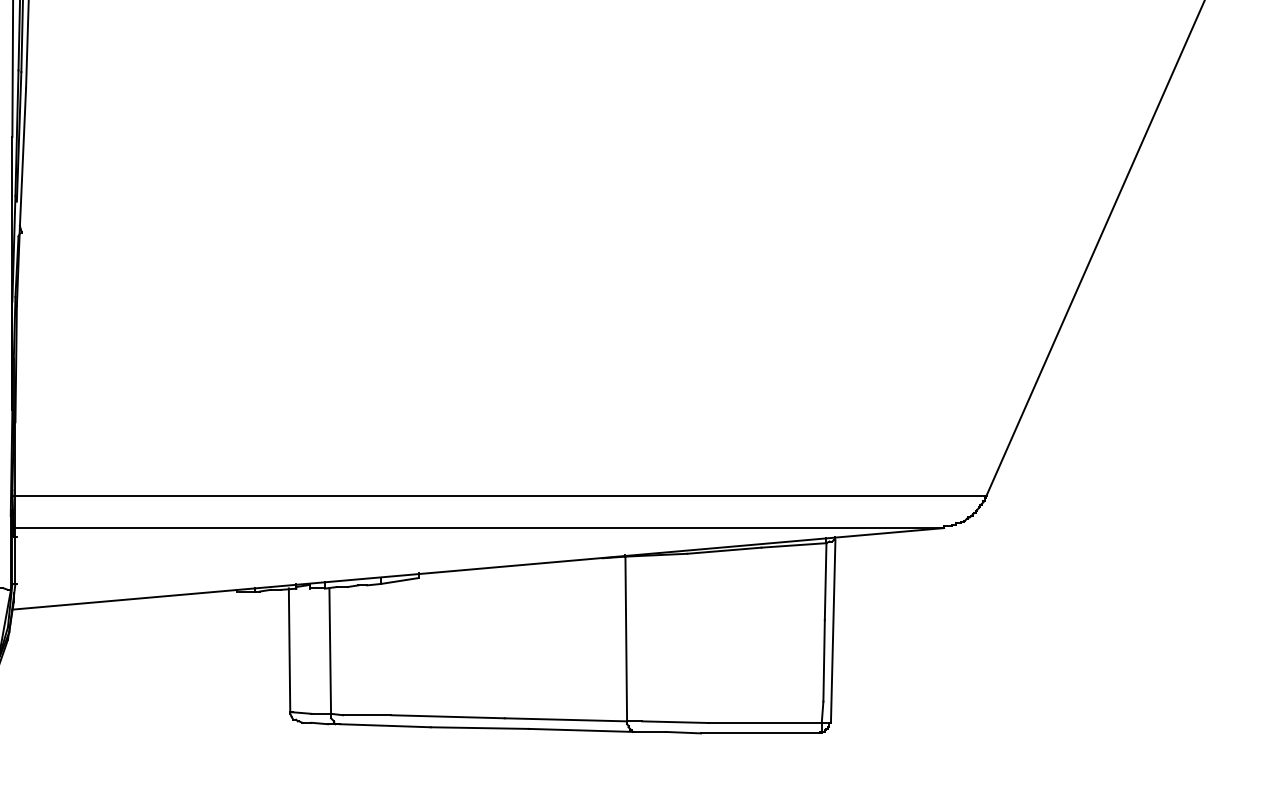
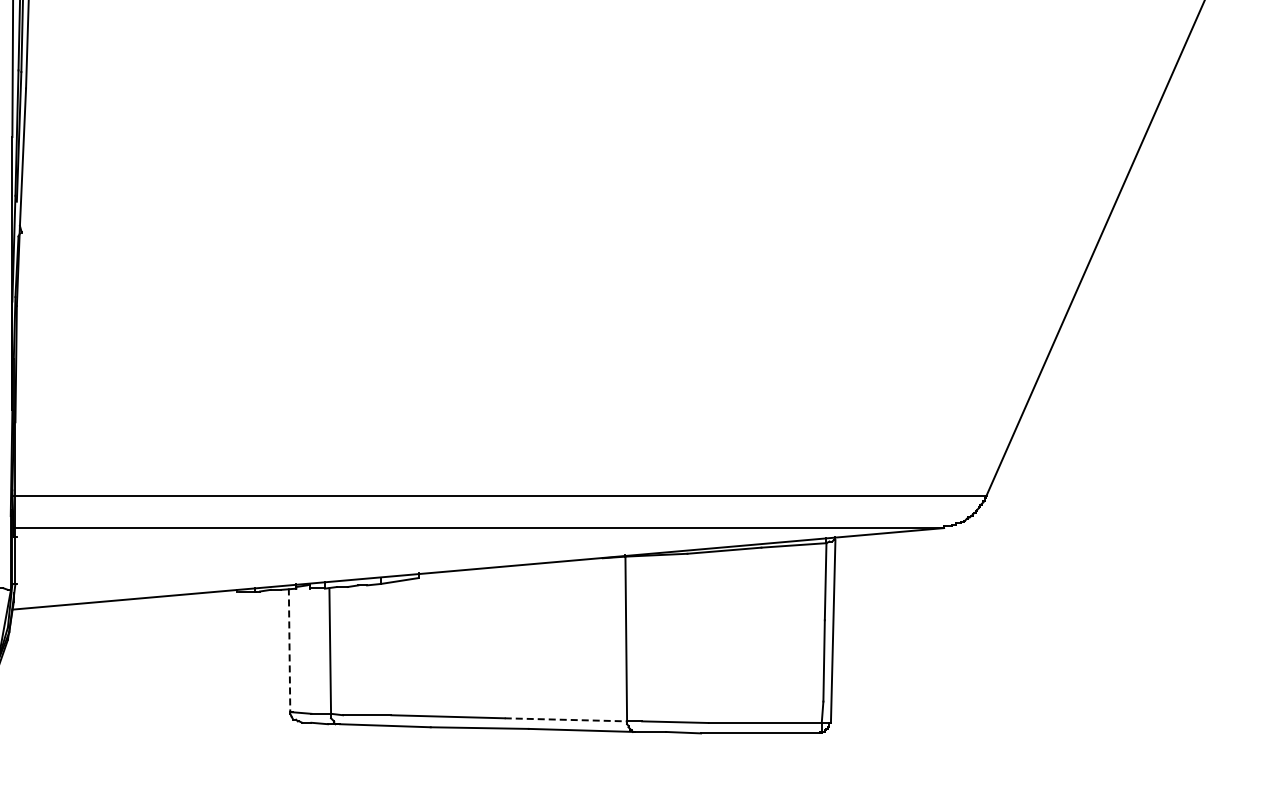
line at (289, 650): solid -> dashed
line at (566, 719): solid -> dashed
